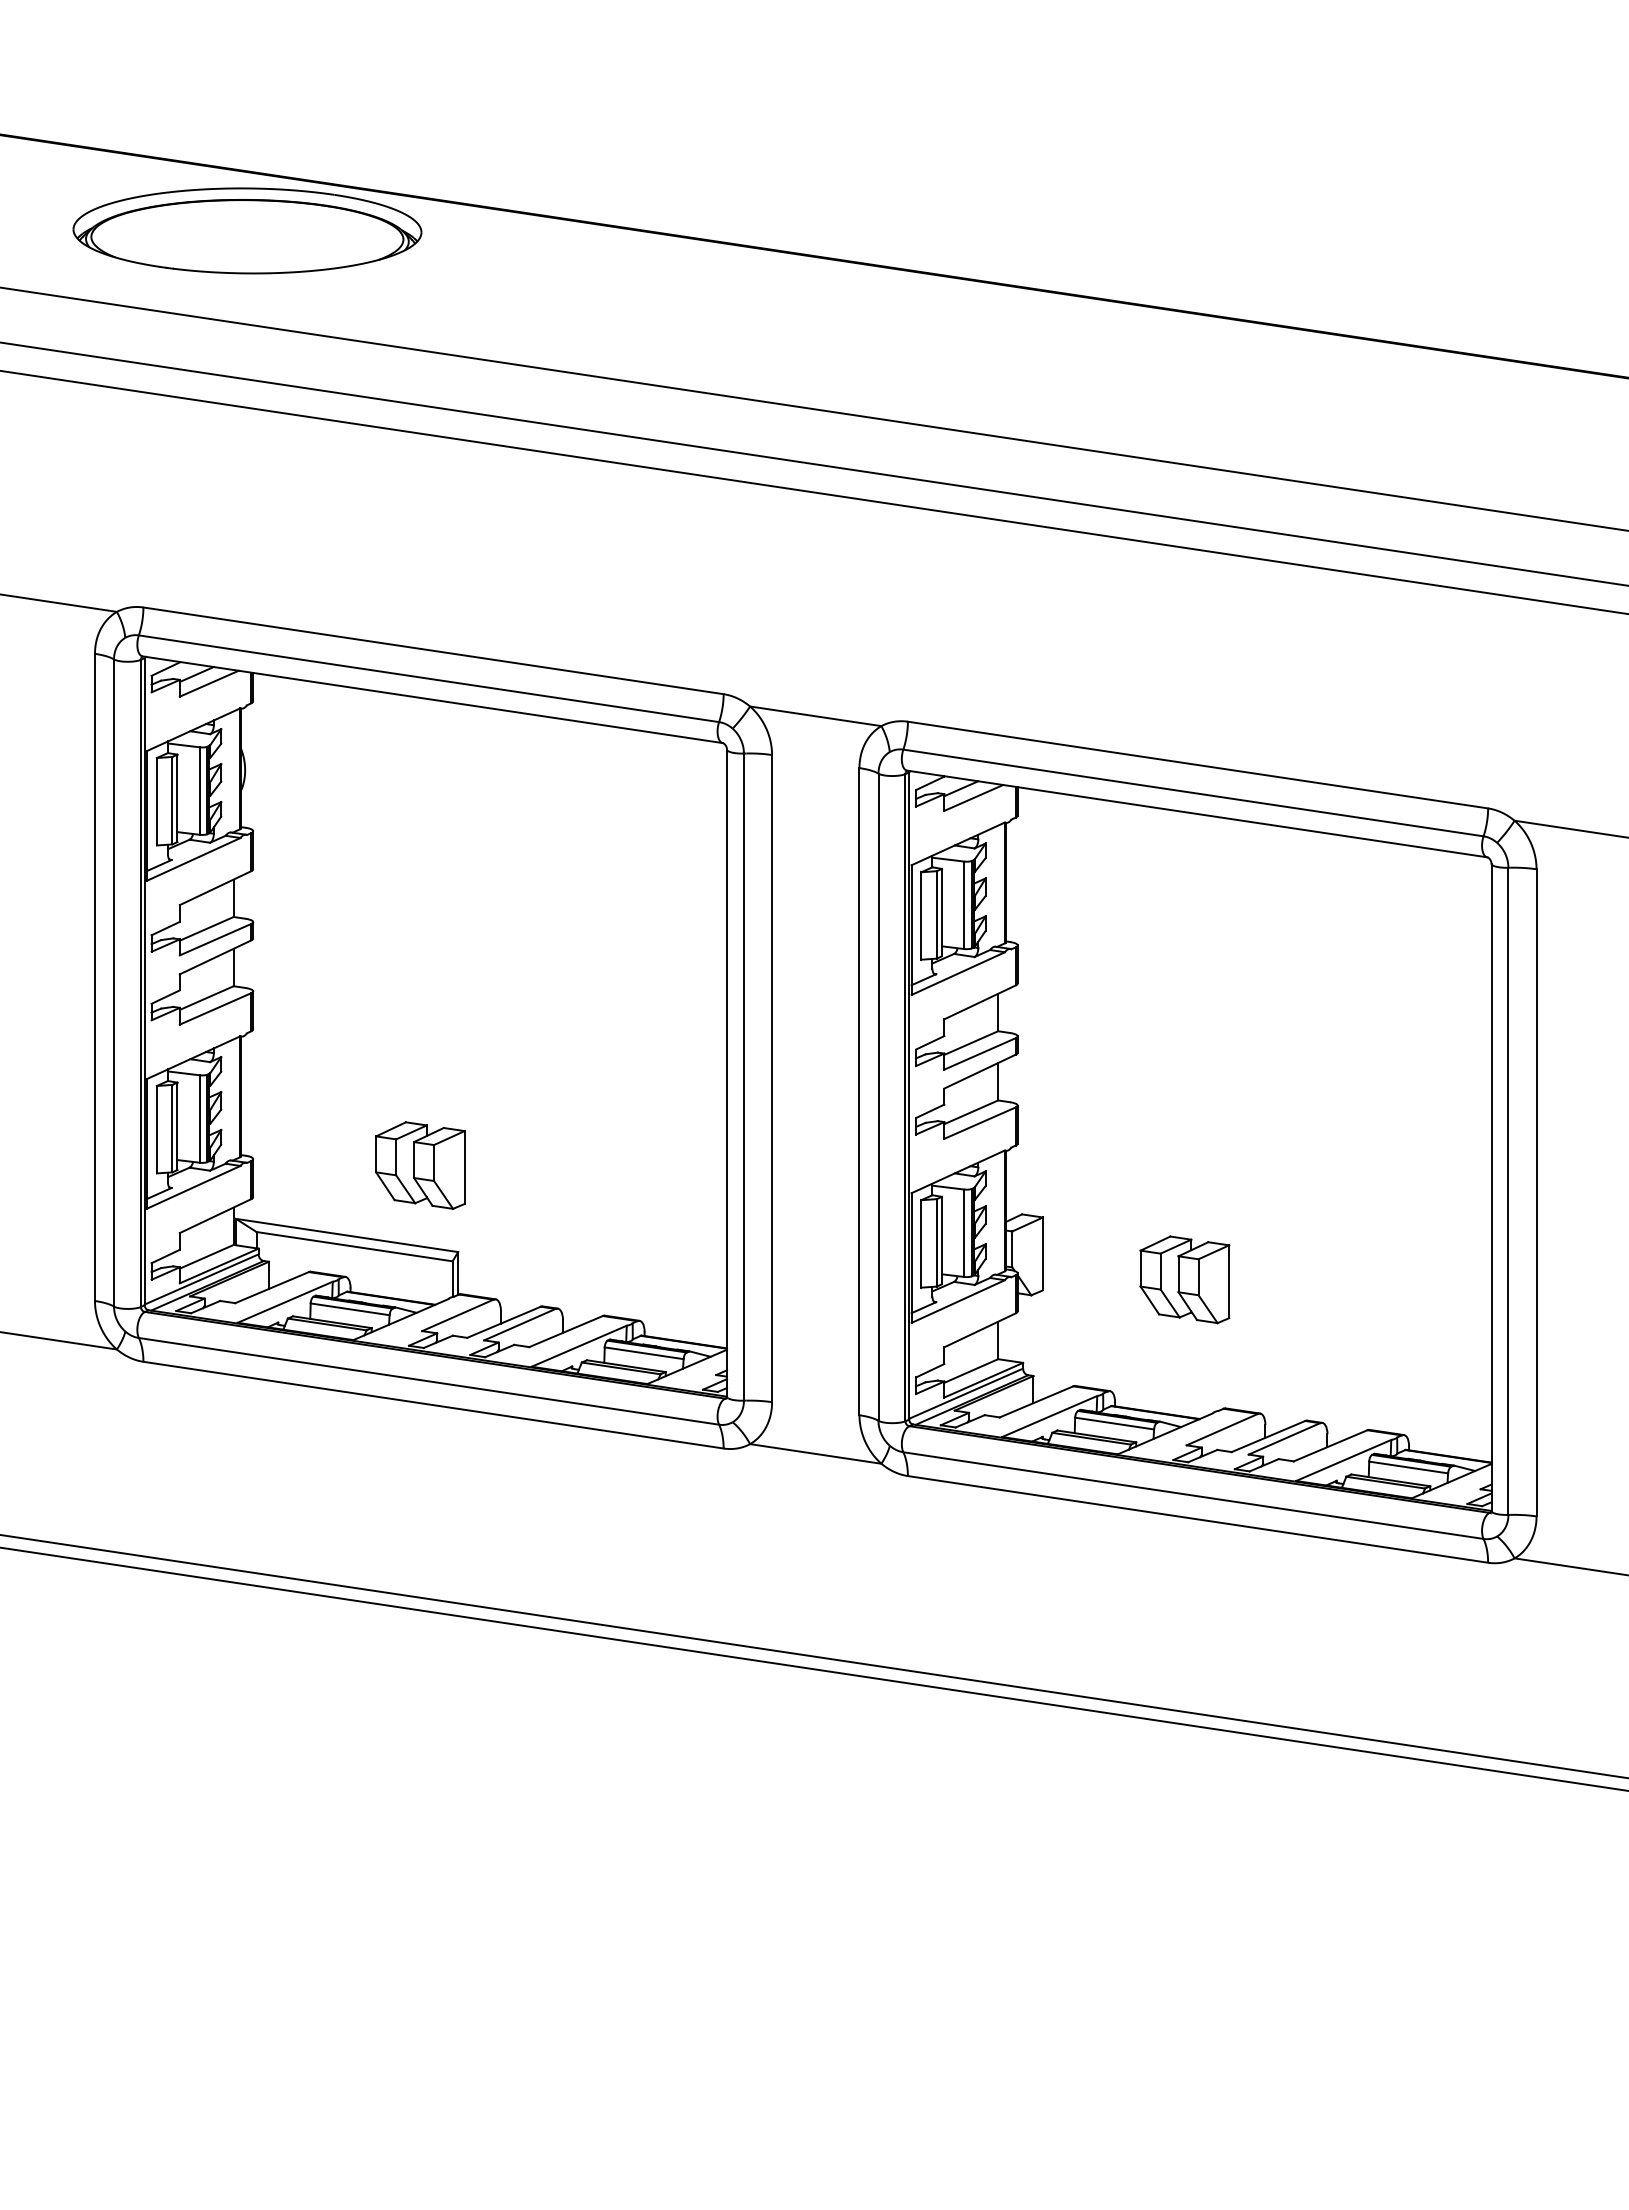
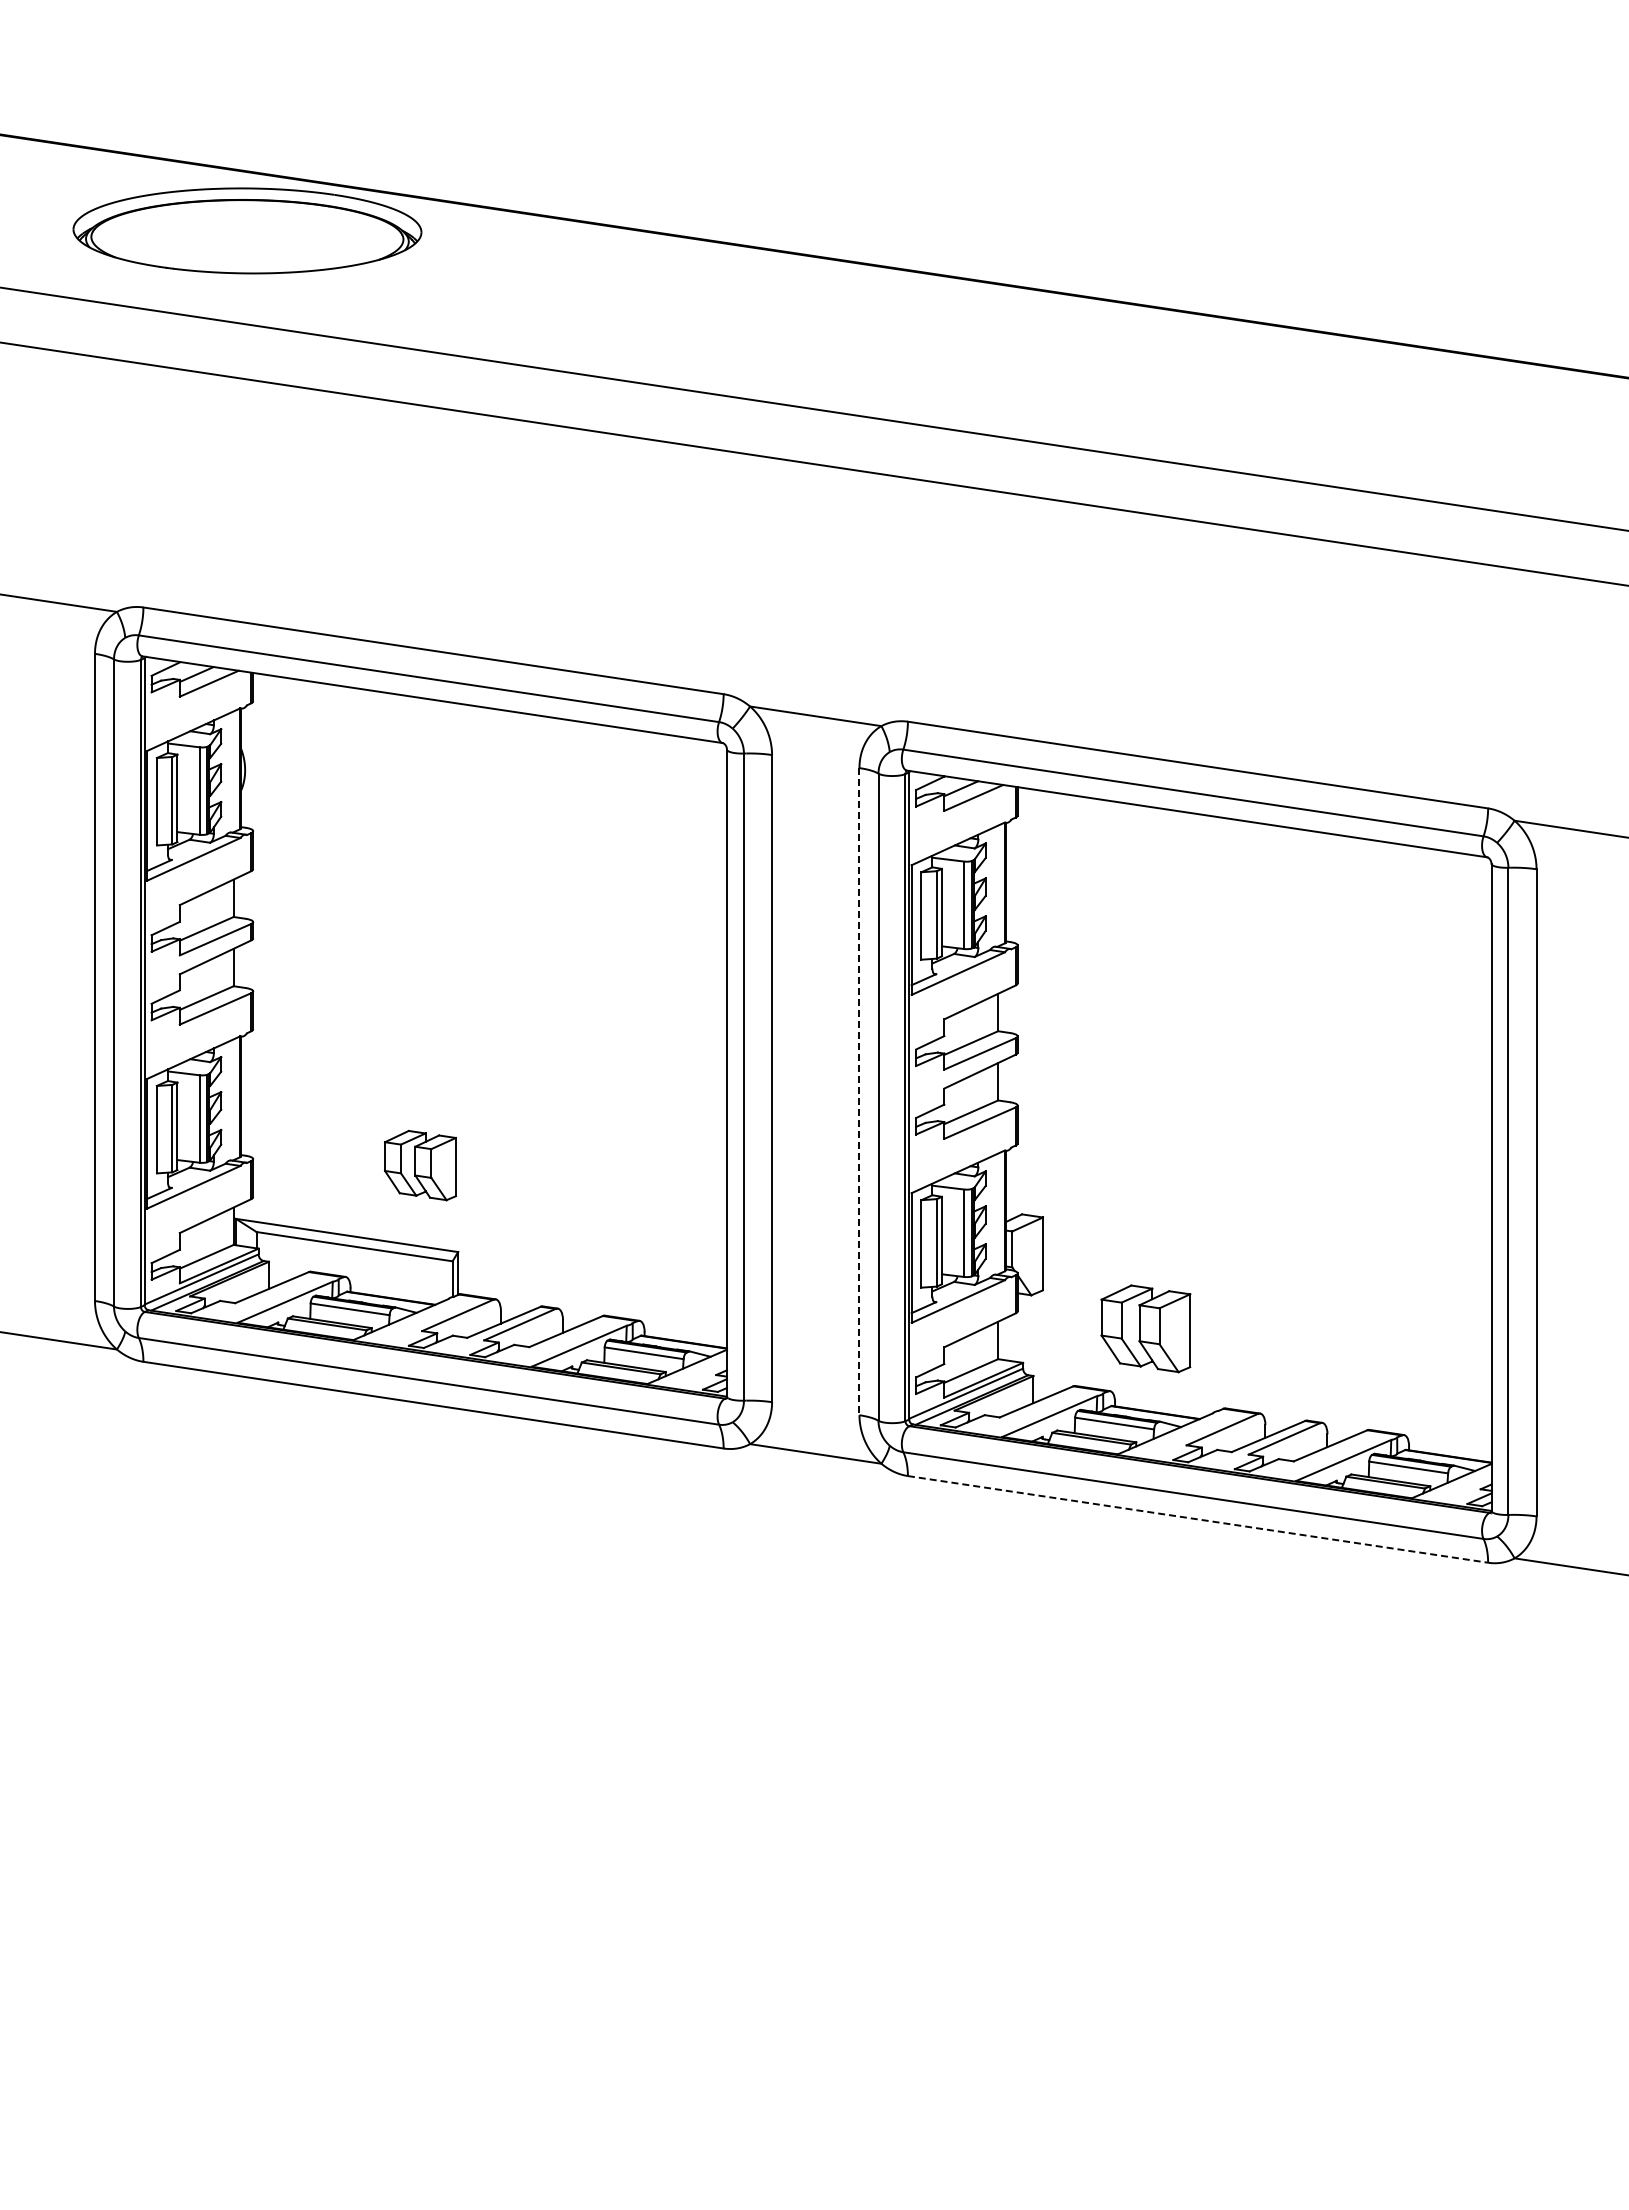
line at (813, 492): present -> none
line at (859, 1091): solid -> dashed
part at (420, 1165) size: 91x89 px -> 73x72 px
part at (1184, 1279) position: (1184, 1279) -> (1145, 1328)
line at (1198, 1519): solid -> dashed
line at (813, 1656): present -> none
line at (813, 1668): present -> none
